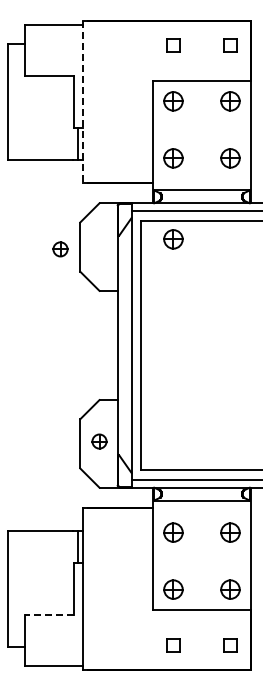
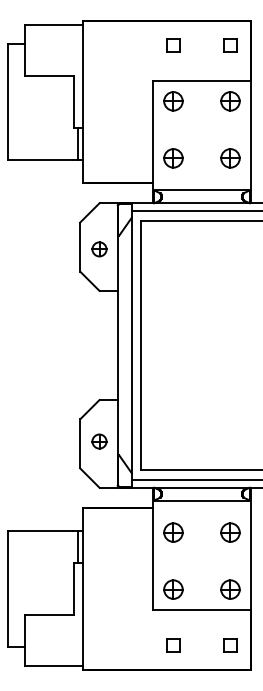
line at (82, 102): dashed -> solid
part at (173, 239): present -> none
part at (60, 249) position: (60, 249) -> (99, 249)
line at (49, 614): dashed -> solid
